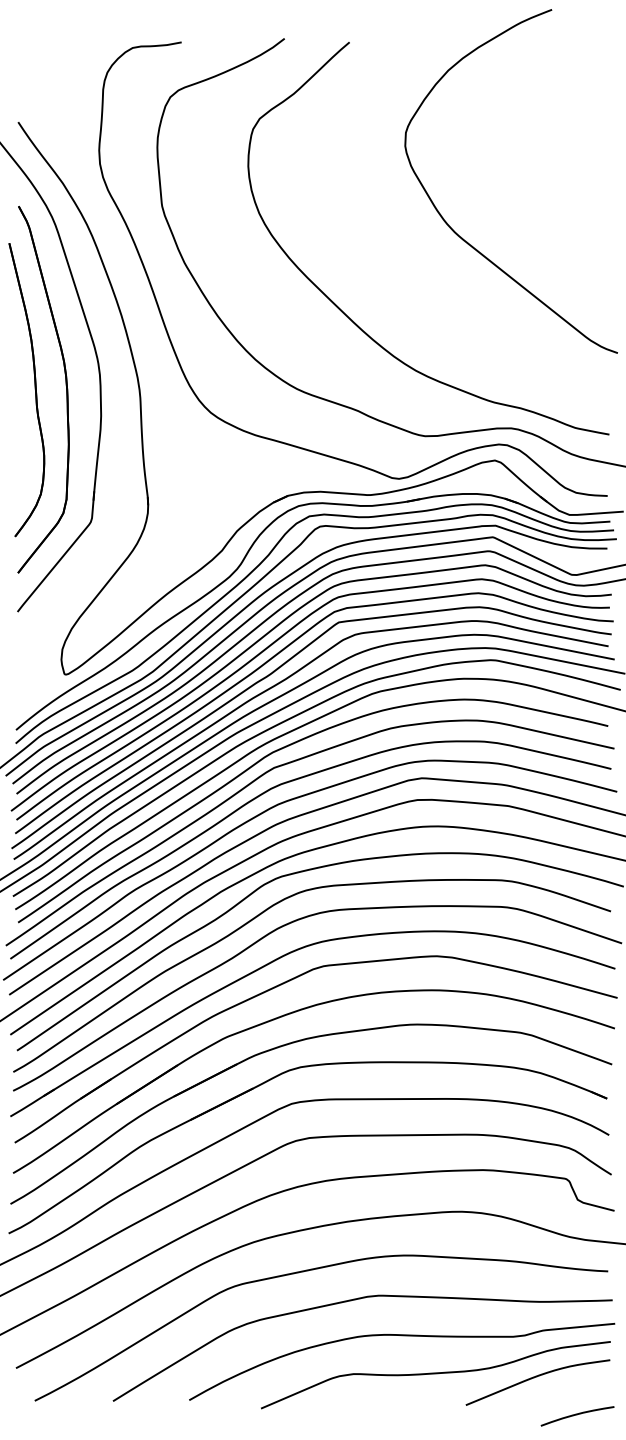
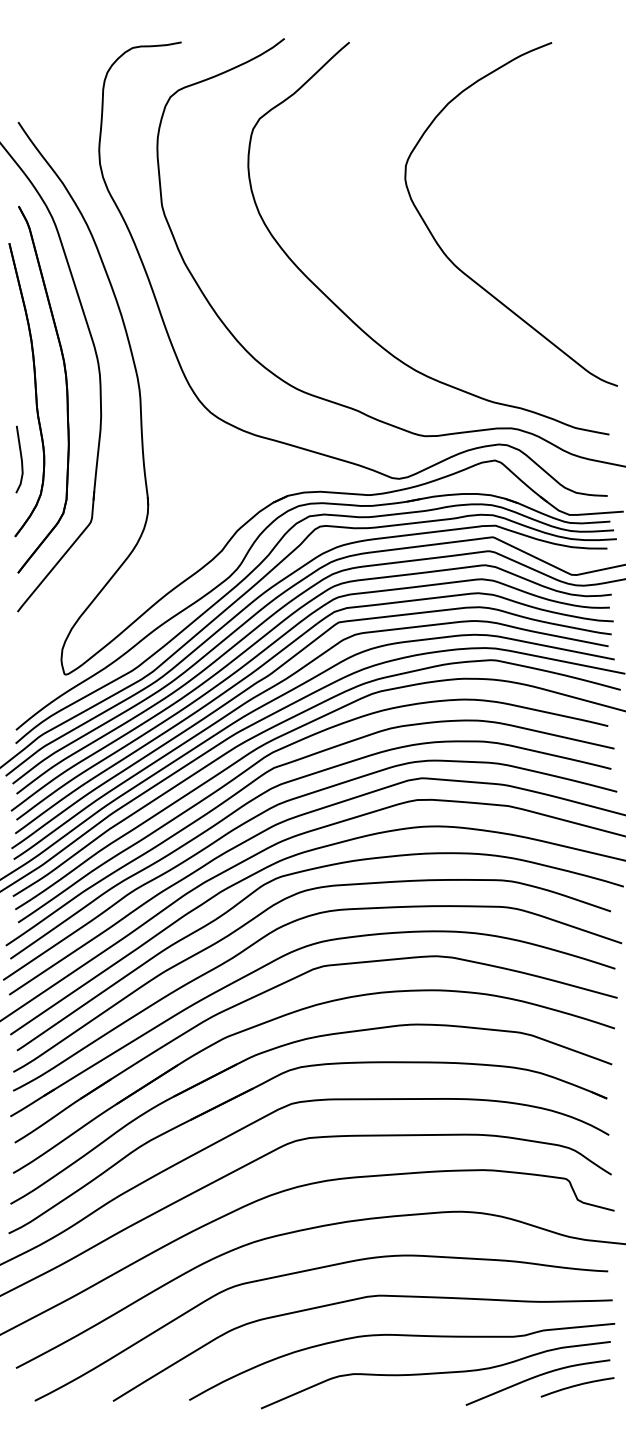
curve at (461, 236) position: (461, 236) -> (461, 269)
curve at (20, 459): none -> present
curve at (577, 1415) position: (577, 1415) -> (577, 1386)
